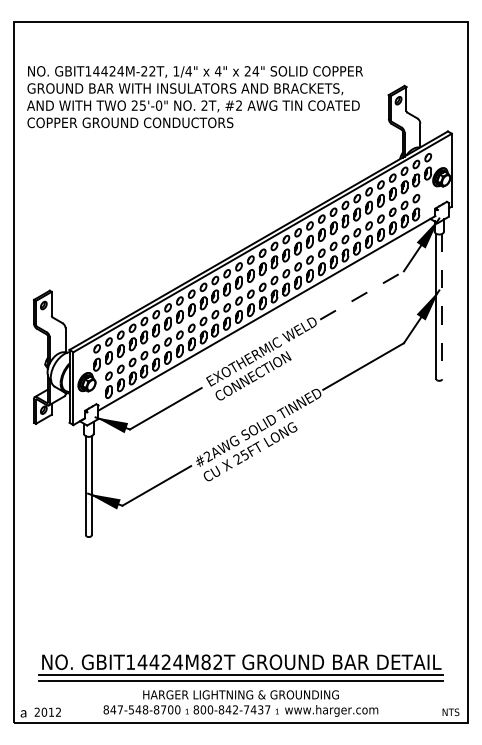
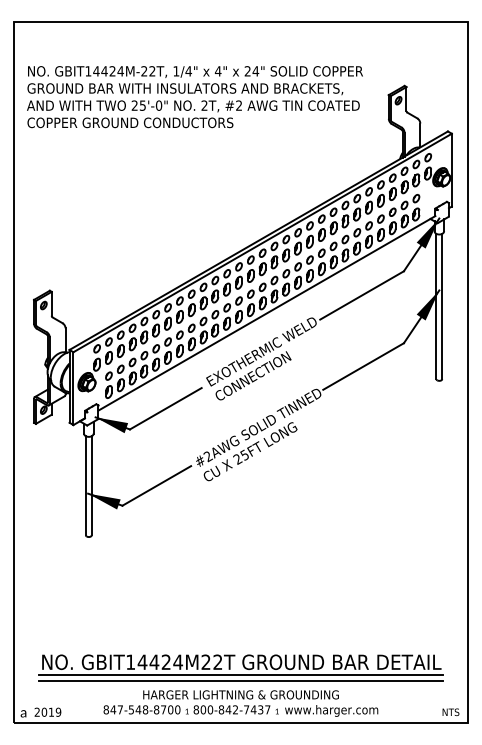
line at (362, 295): dashed -> solid
line at (442, 306): dashed -> solid
text at (205, 662): GBIT14424M82T -> GBIT14424M22T
text at (58, 711): 2012 -> 2019
